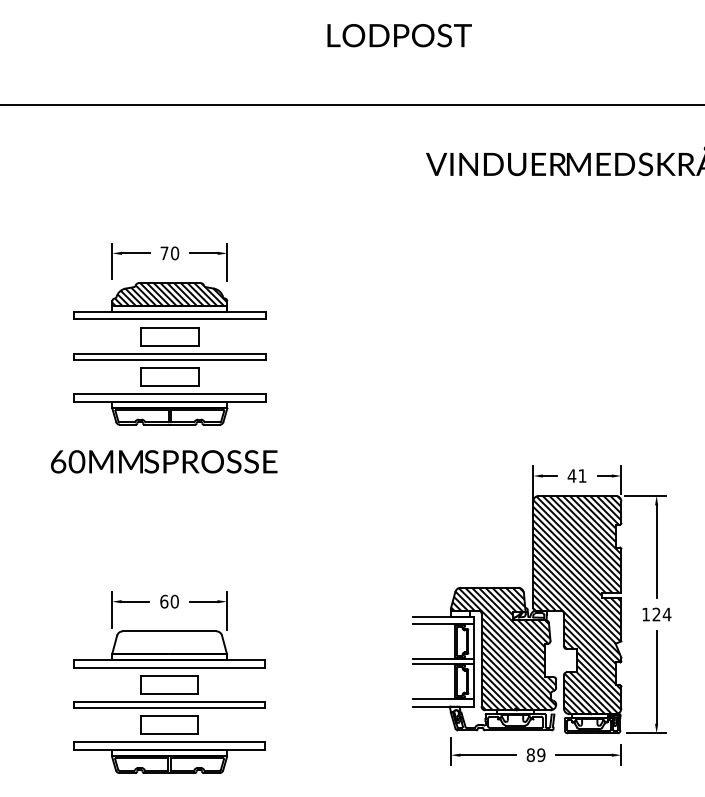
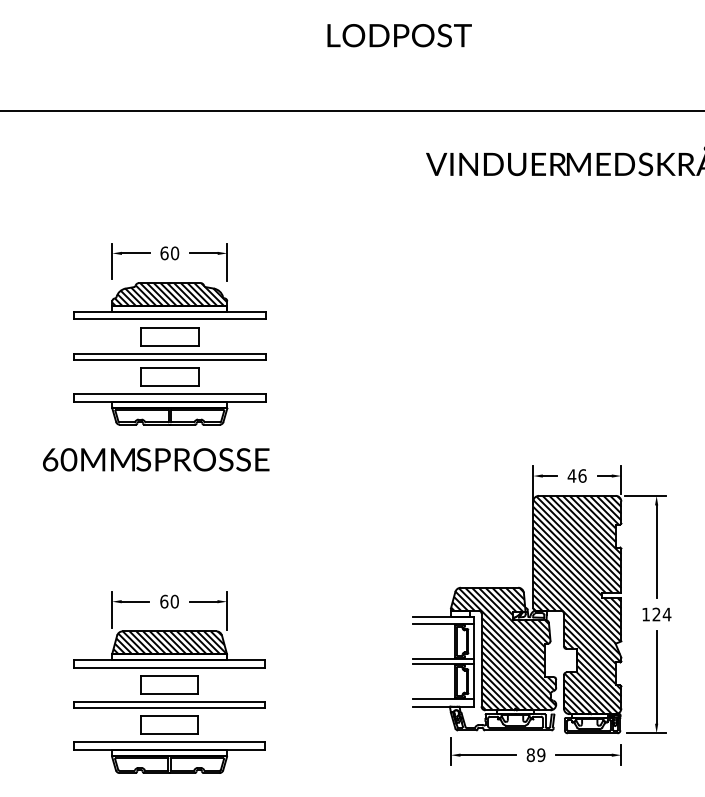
line at (351, 105) position: (351, 105) -> (351, 111)
text at (164, 253): 70 -> 60
text at (164, 461) position: (164, 461) -> (156, 459)
text at (582, 475): 41 -> 46
hatch at (170, 642): none -> present
